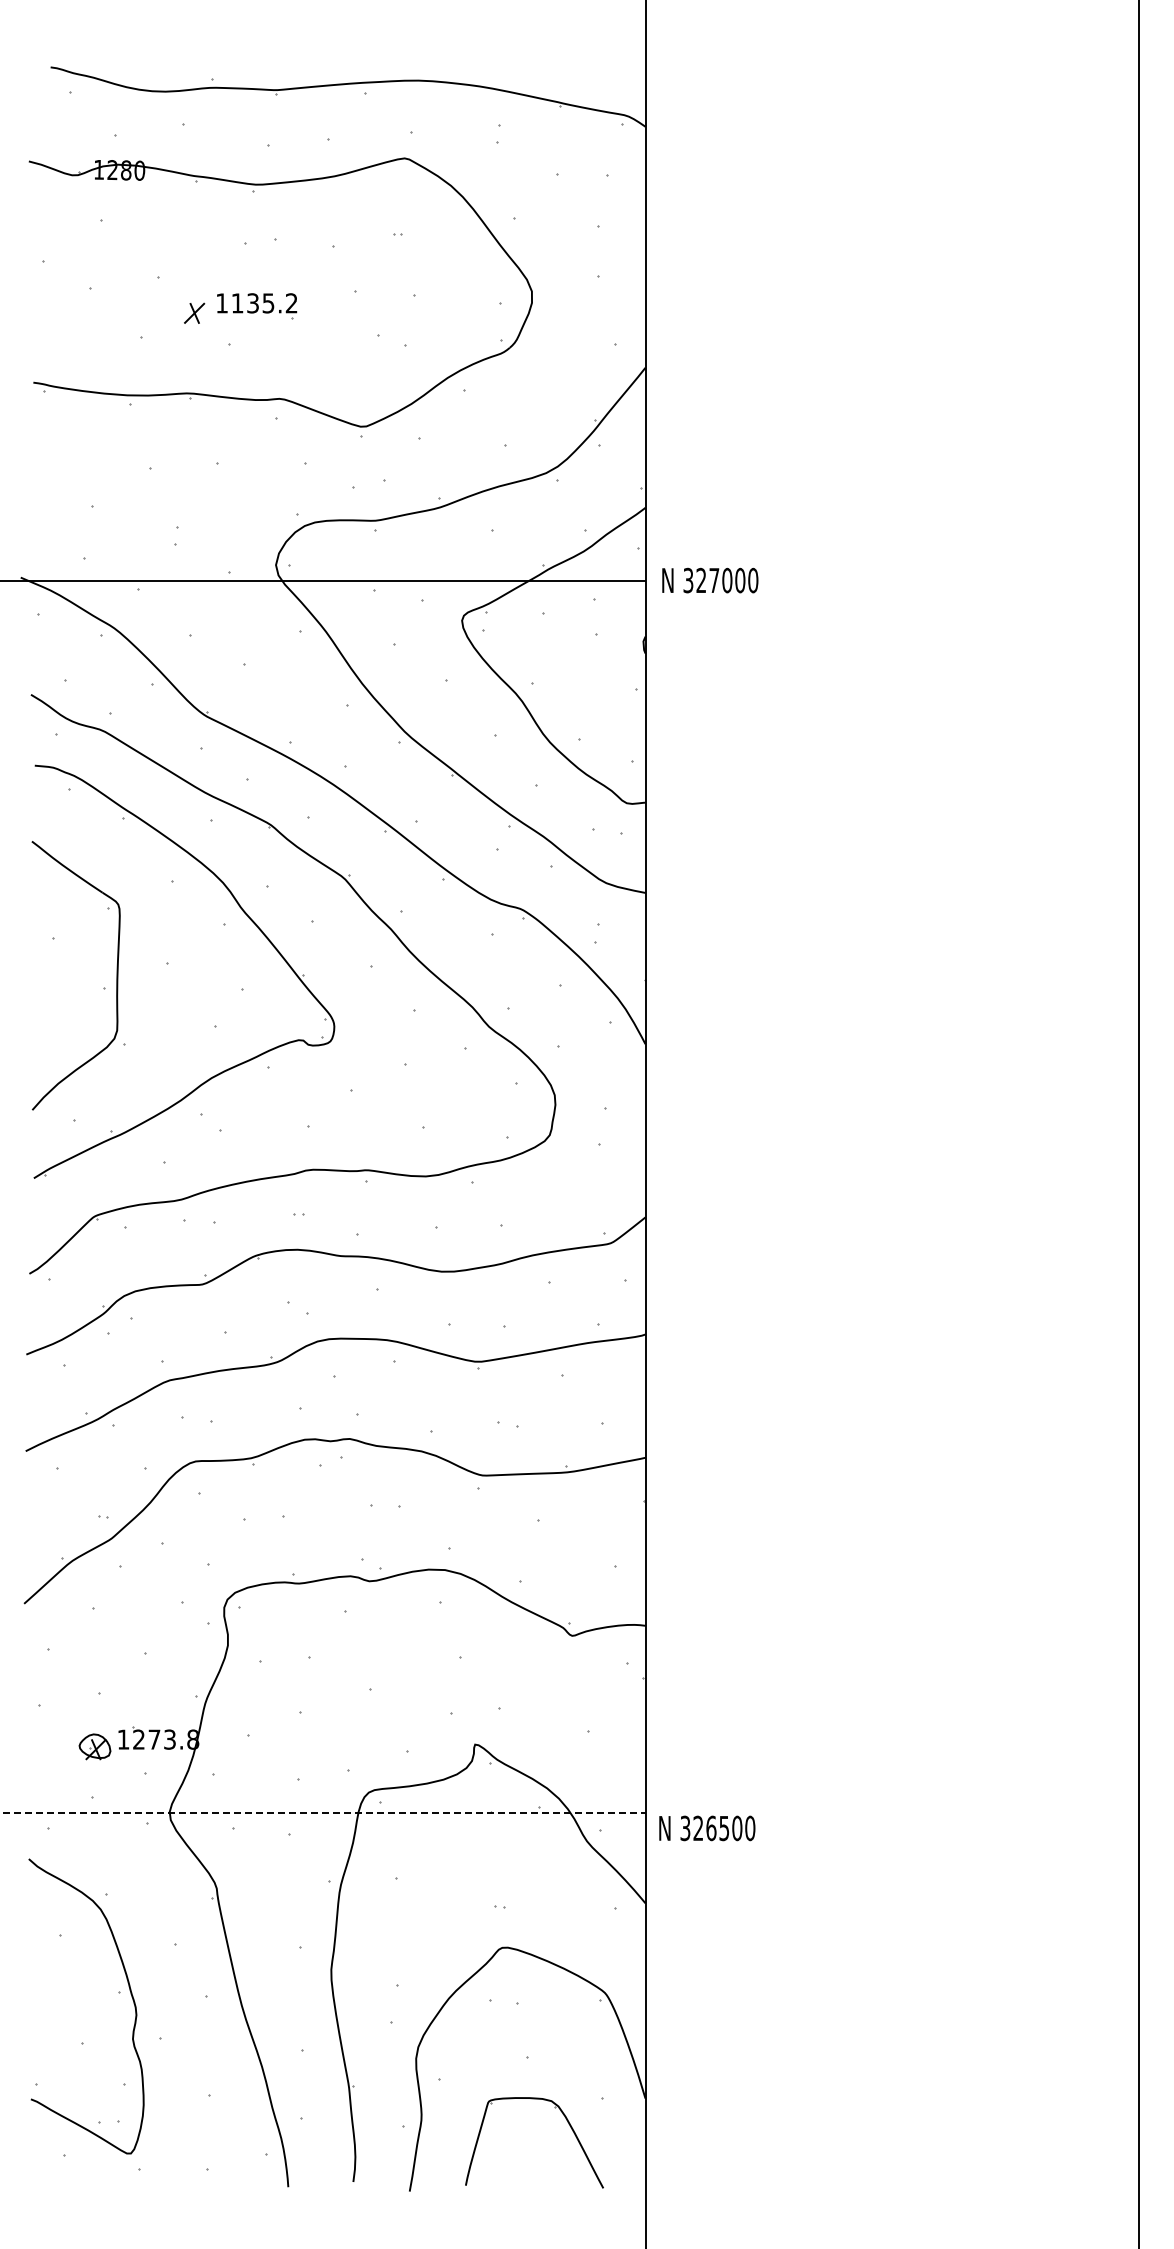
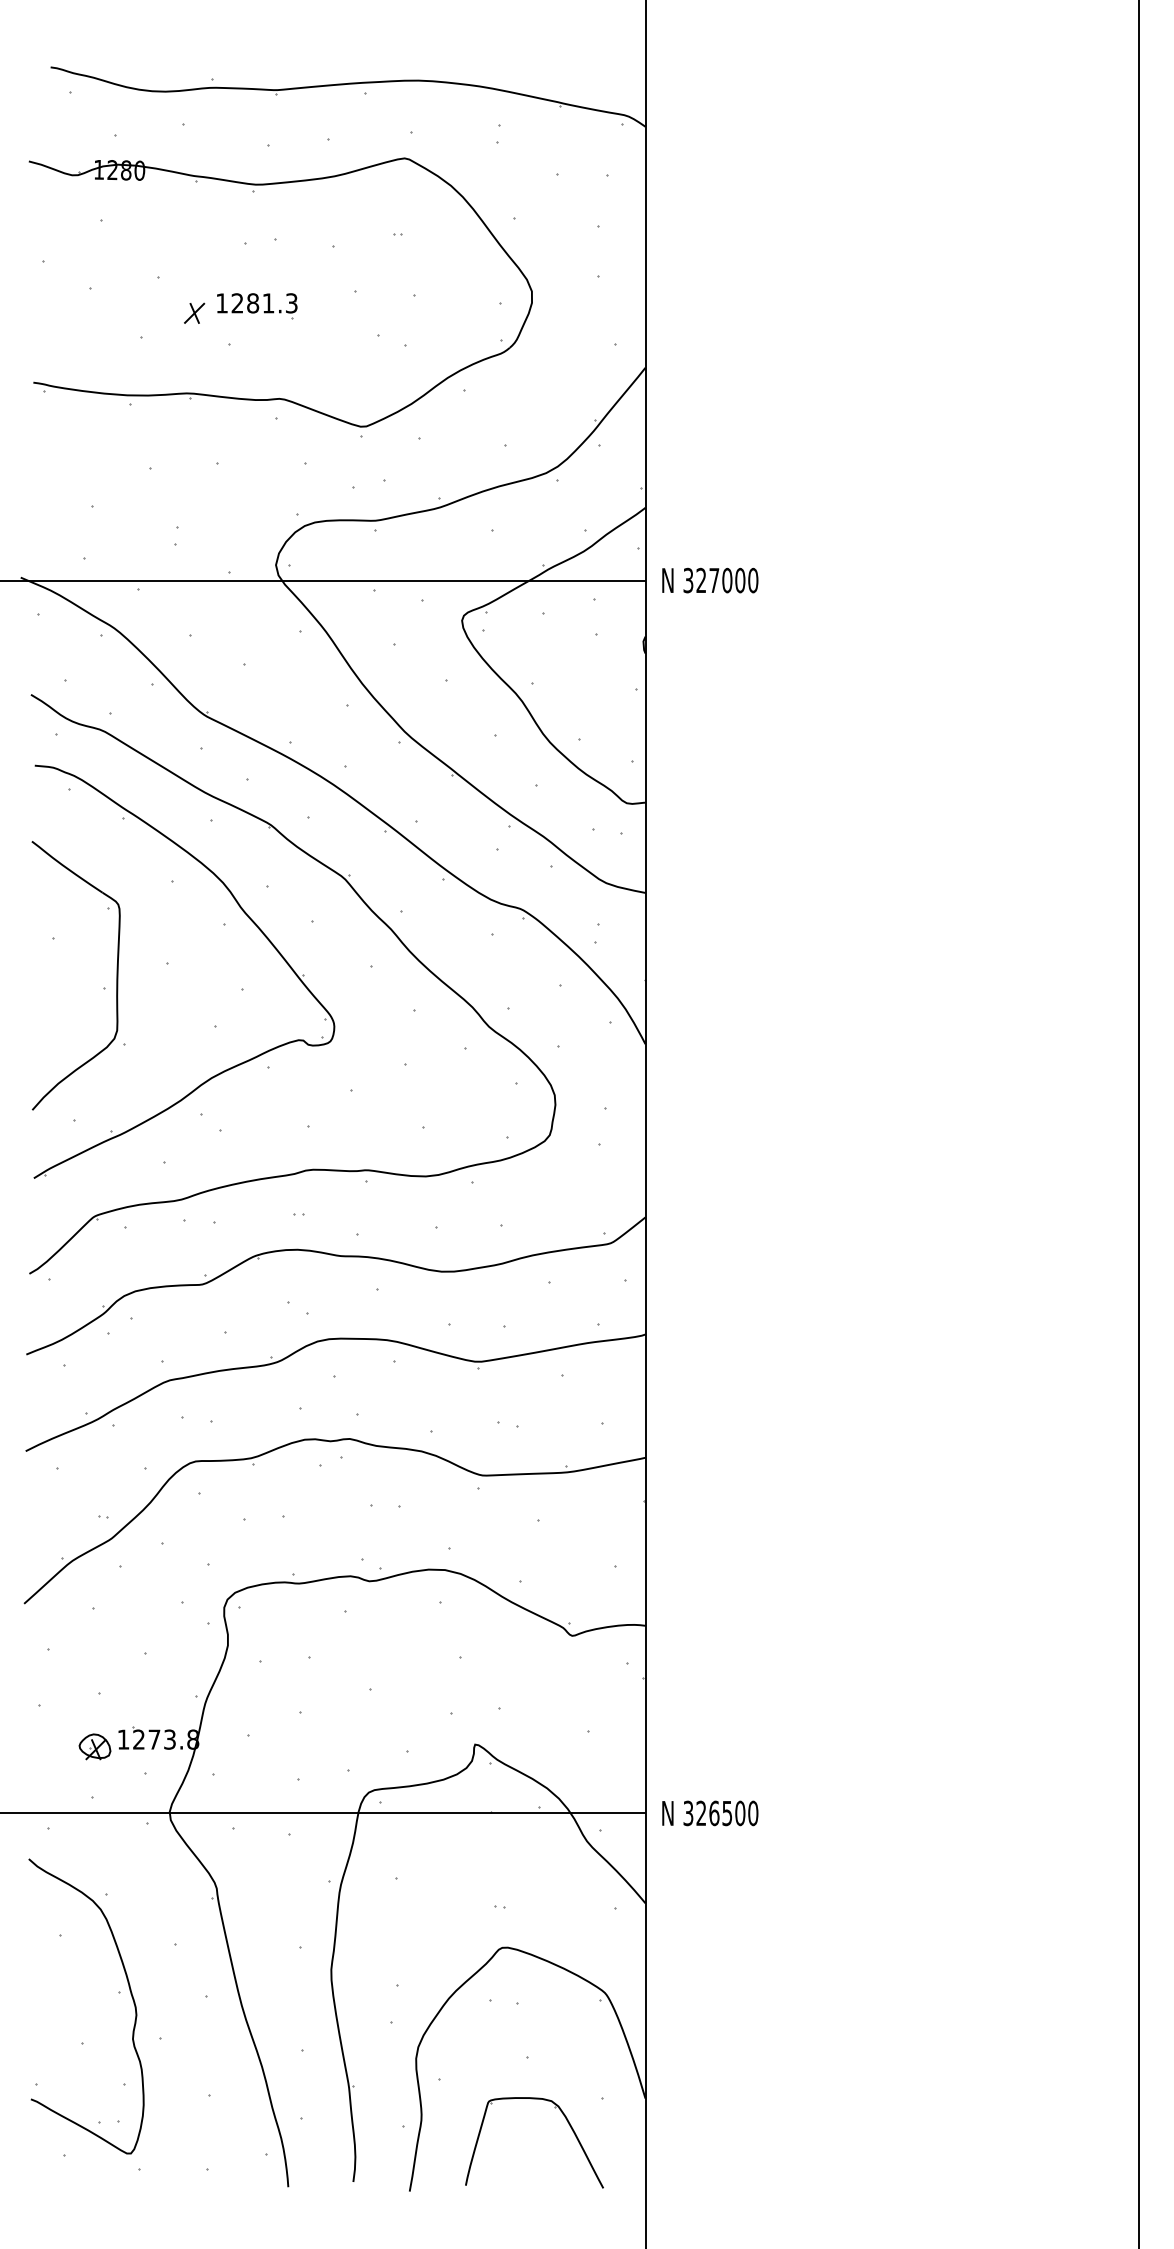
text at (264, 303): 1135.2 -> 1281.3
line at (322, 1813): dashed -> solid
text at (707, 1828) position: (707, 1828) -> (710, 1813)
